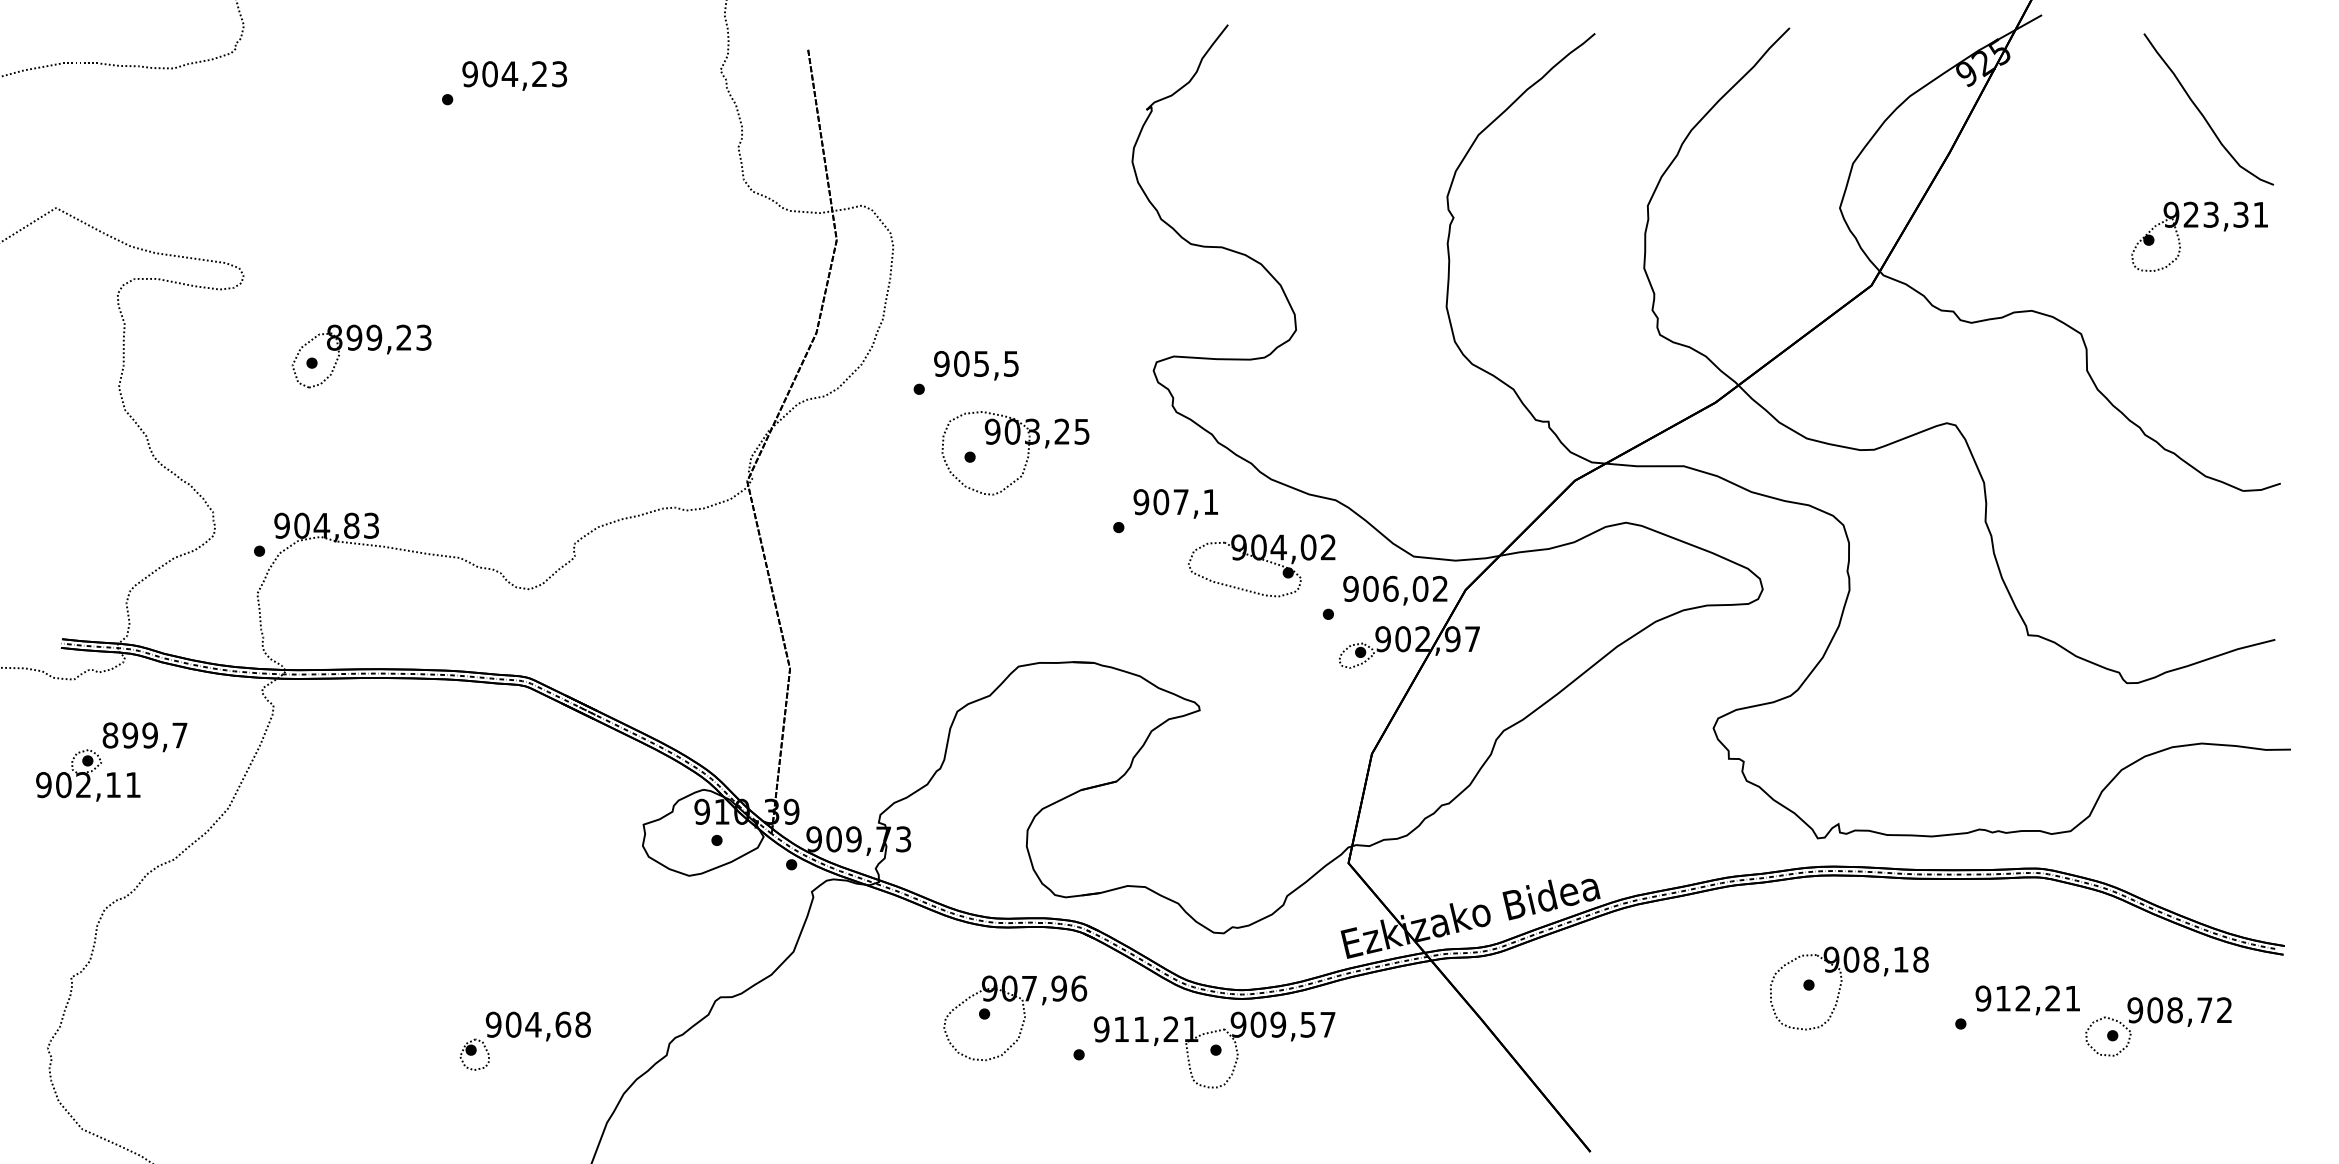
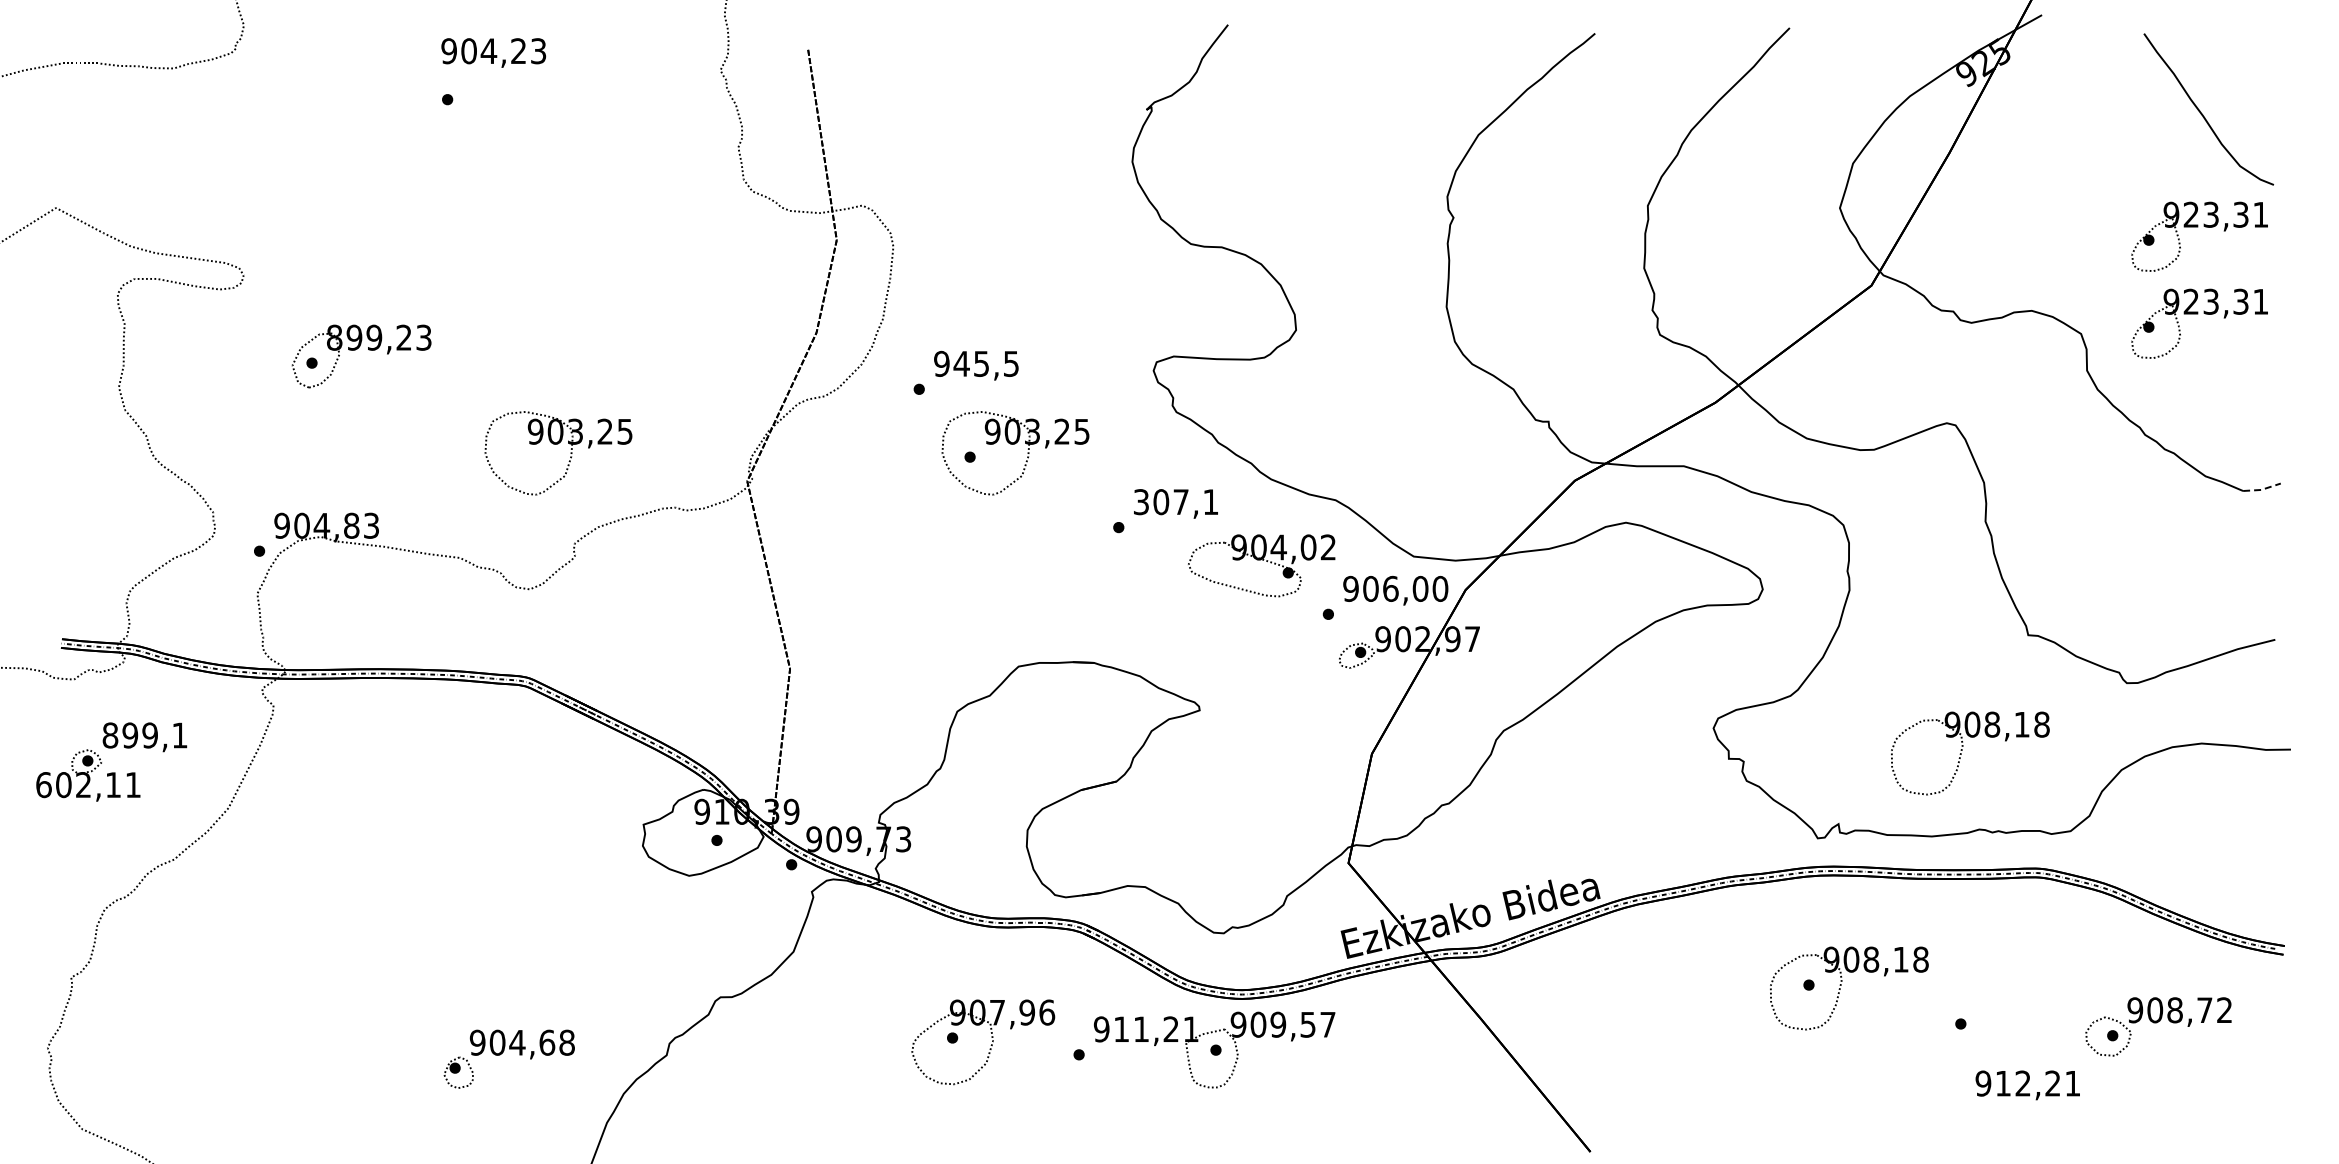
text at (514, 75) position: (514, 75) -> (493, 52)
part at (2198, 314): none -> present
text at (961, 363): 905,5 -> 945,5
part at (558, 444): none -> present
line at (2262, 489): solid -> dashed
text at (1141, 501): 907,1 -> 307,1
text at (1440, 588): 906,02 -> 906,00
text at (179, 735): 899,7 -> 899,1
part at (1962, 750): none -> present
text at (43, 785): 902,11 -> 602,11
text at (2027, 1000) position: (2027, 1000) -> (2027, 1085)
part at (1022, 1021) position: (1022, 1021) -> (990, 1045)
part at (519, 1034) position: (519, 1034) -> (503, 1052)
